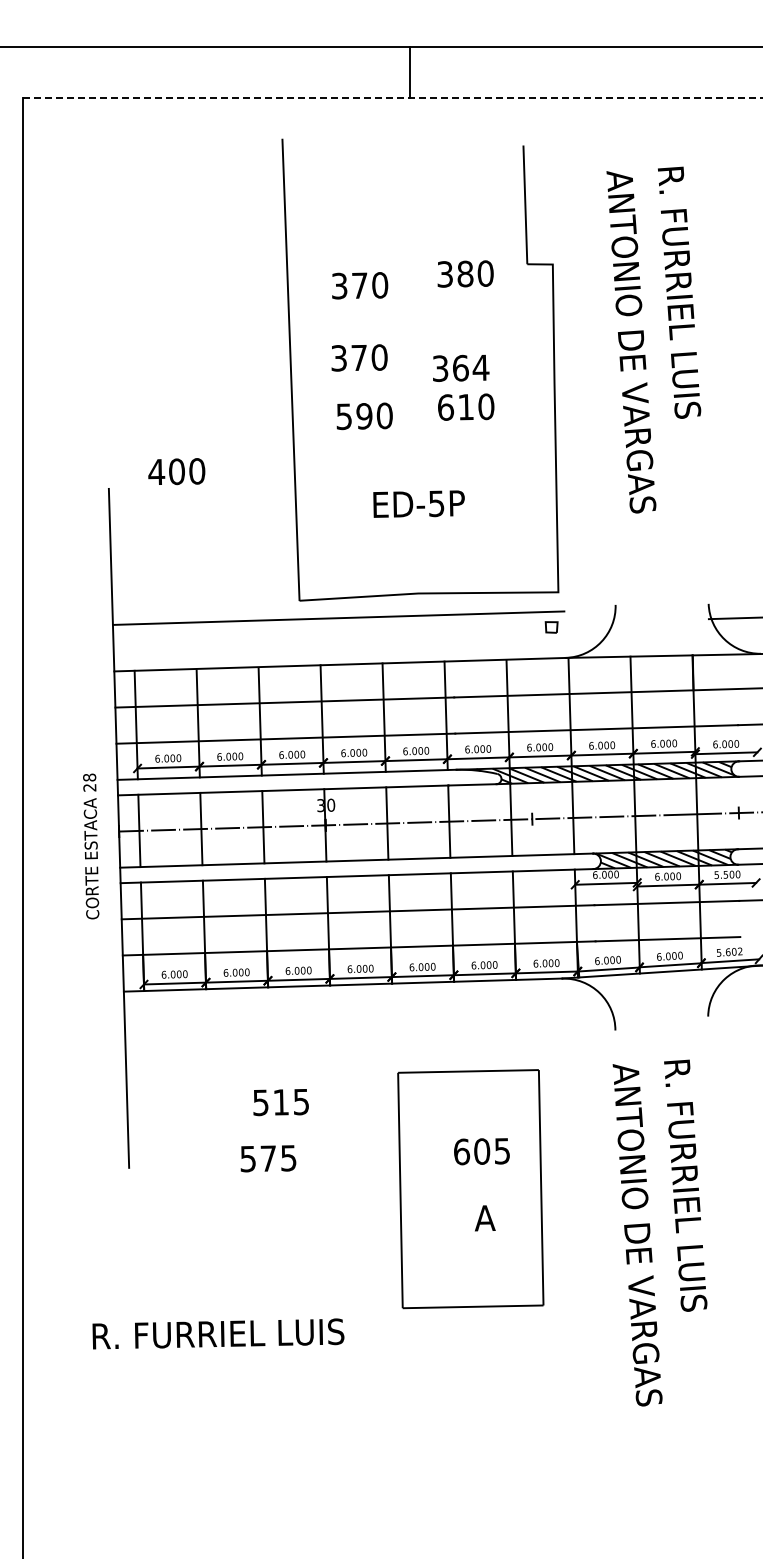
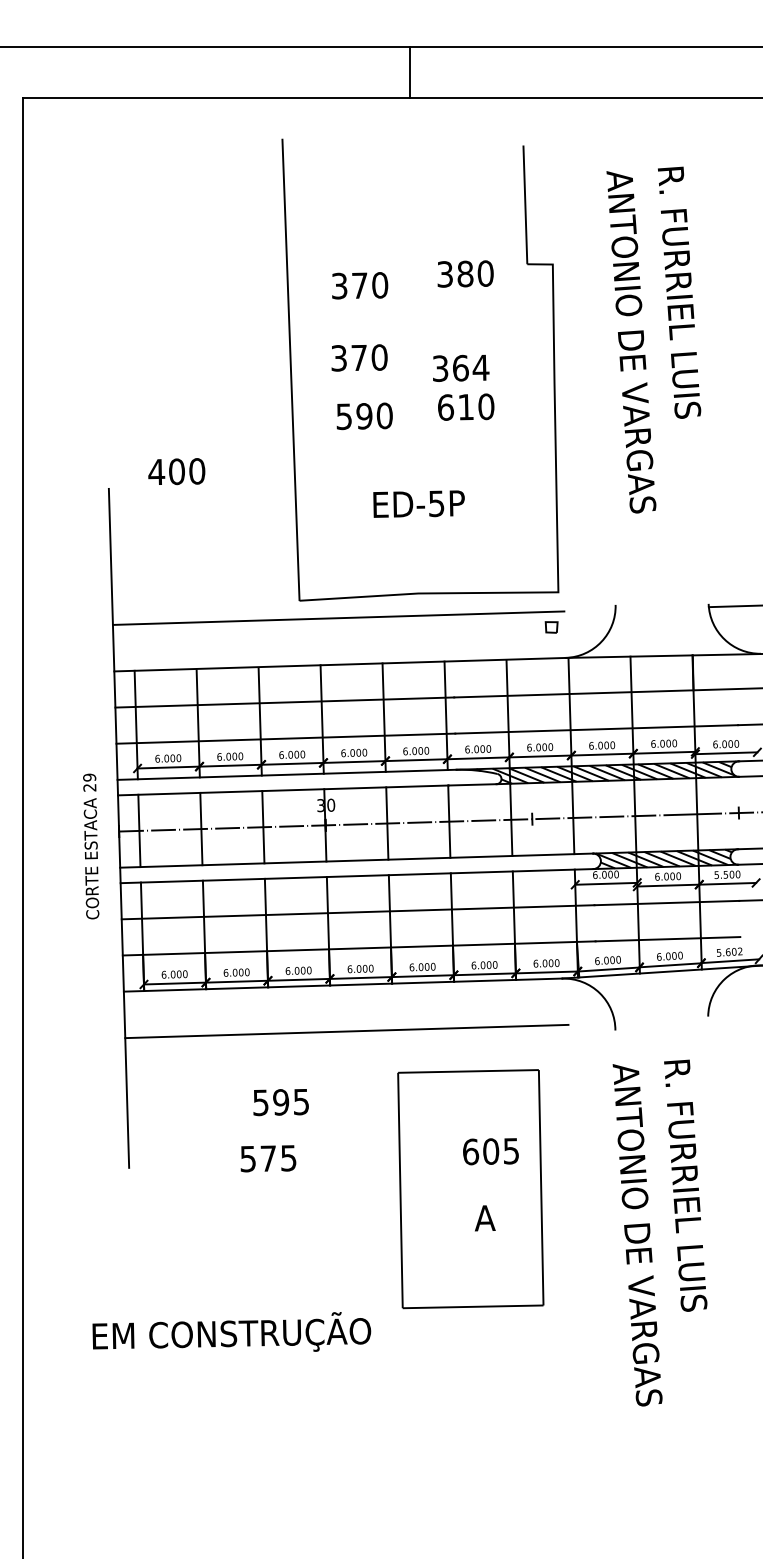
line at (392, 98): dashed -> solid
line at (733, 618) position: (733, 618) -> (733, 606)
text at (89, 777): 28 -> 29
line at (346, 1031): none -> present
text at (281, 1102): 515 -> 595
text at (481, 1151) position: (481, 1151) -> (490, 1151)
text at (233, 1331): R. FURRIEL LUIS -> EM CONSTRUÇÃO
